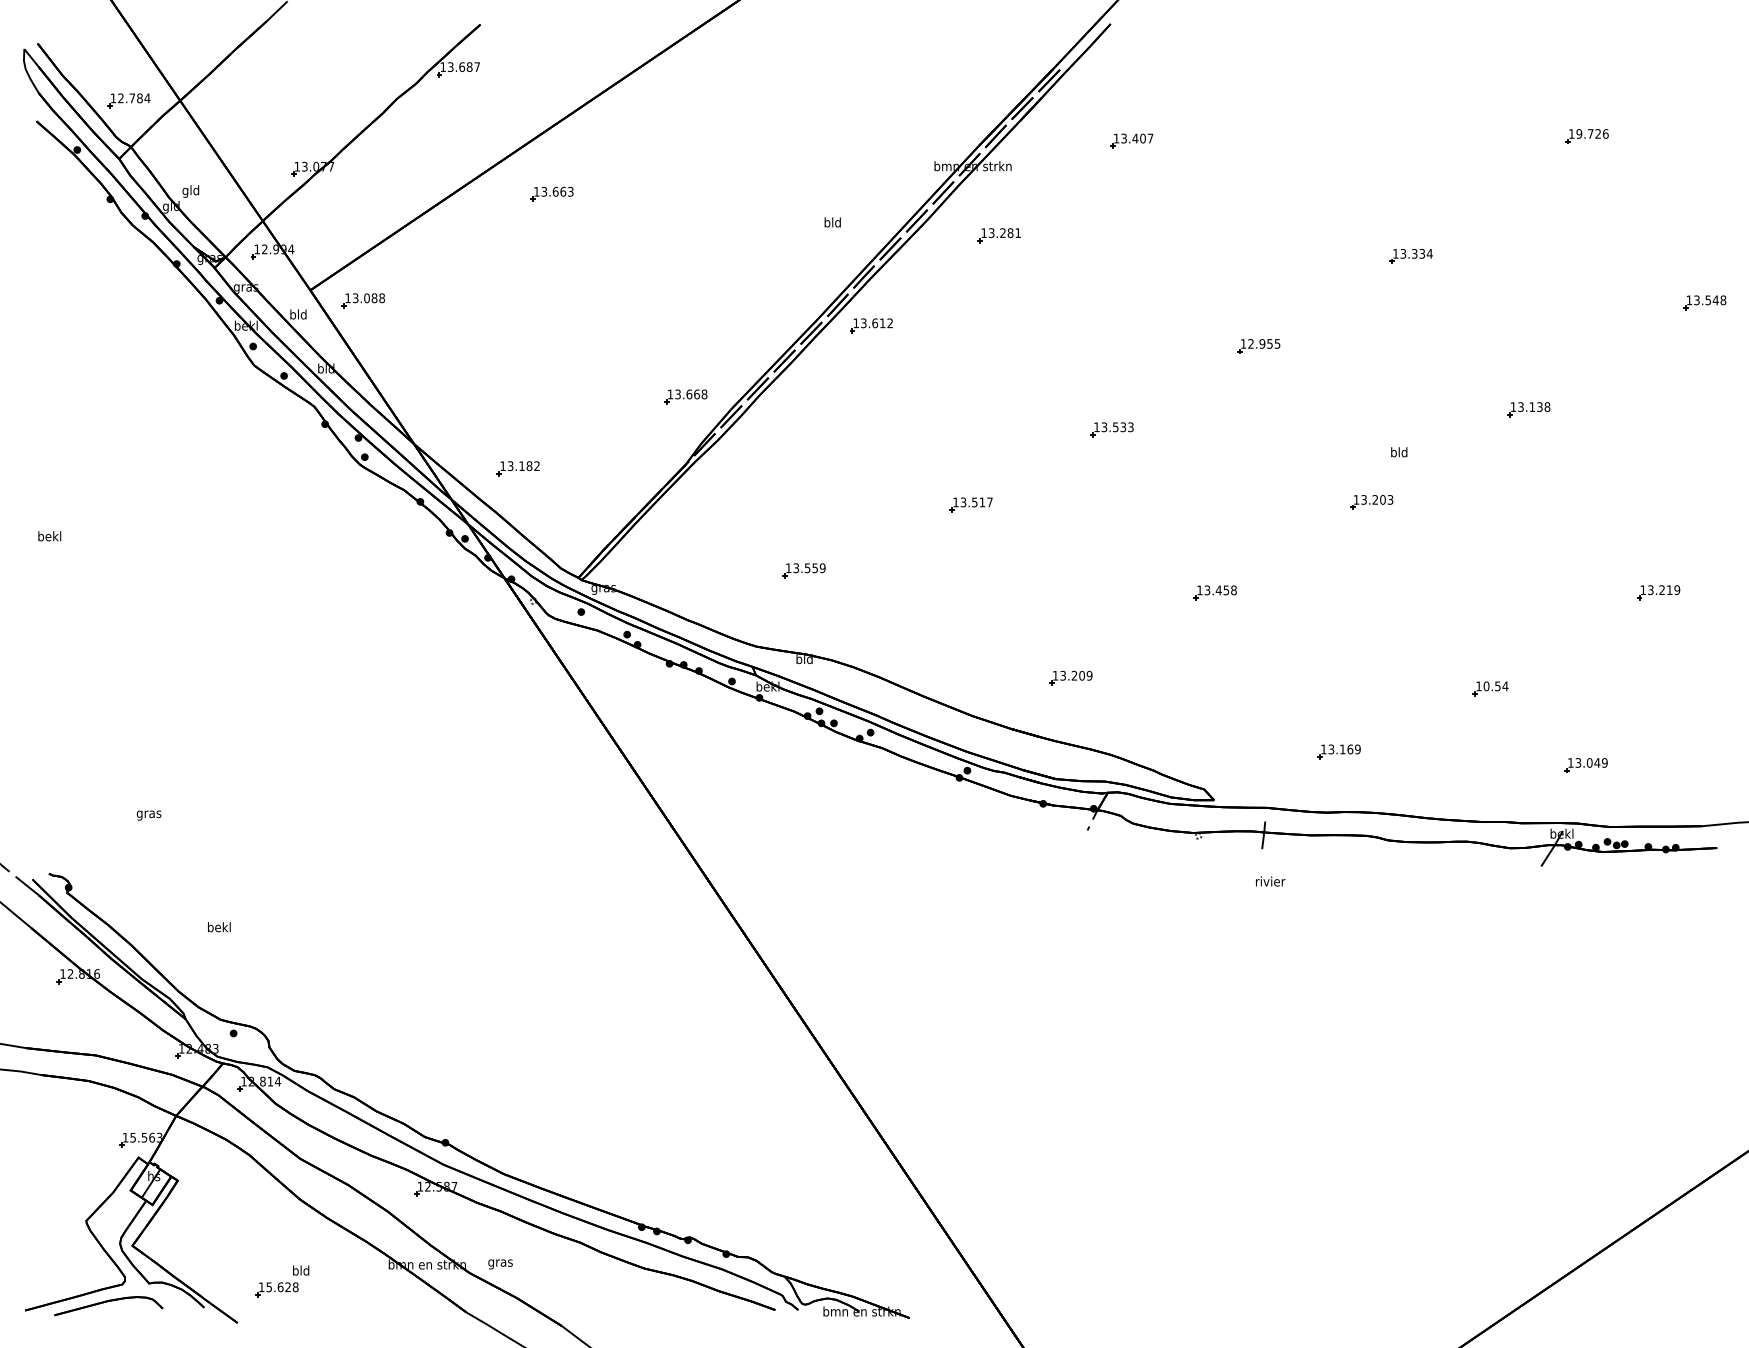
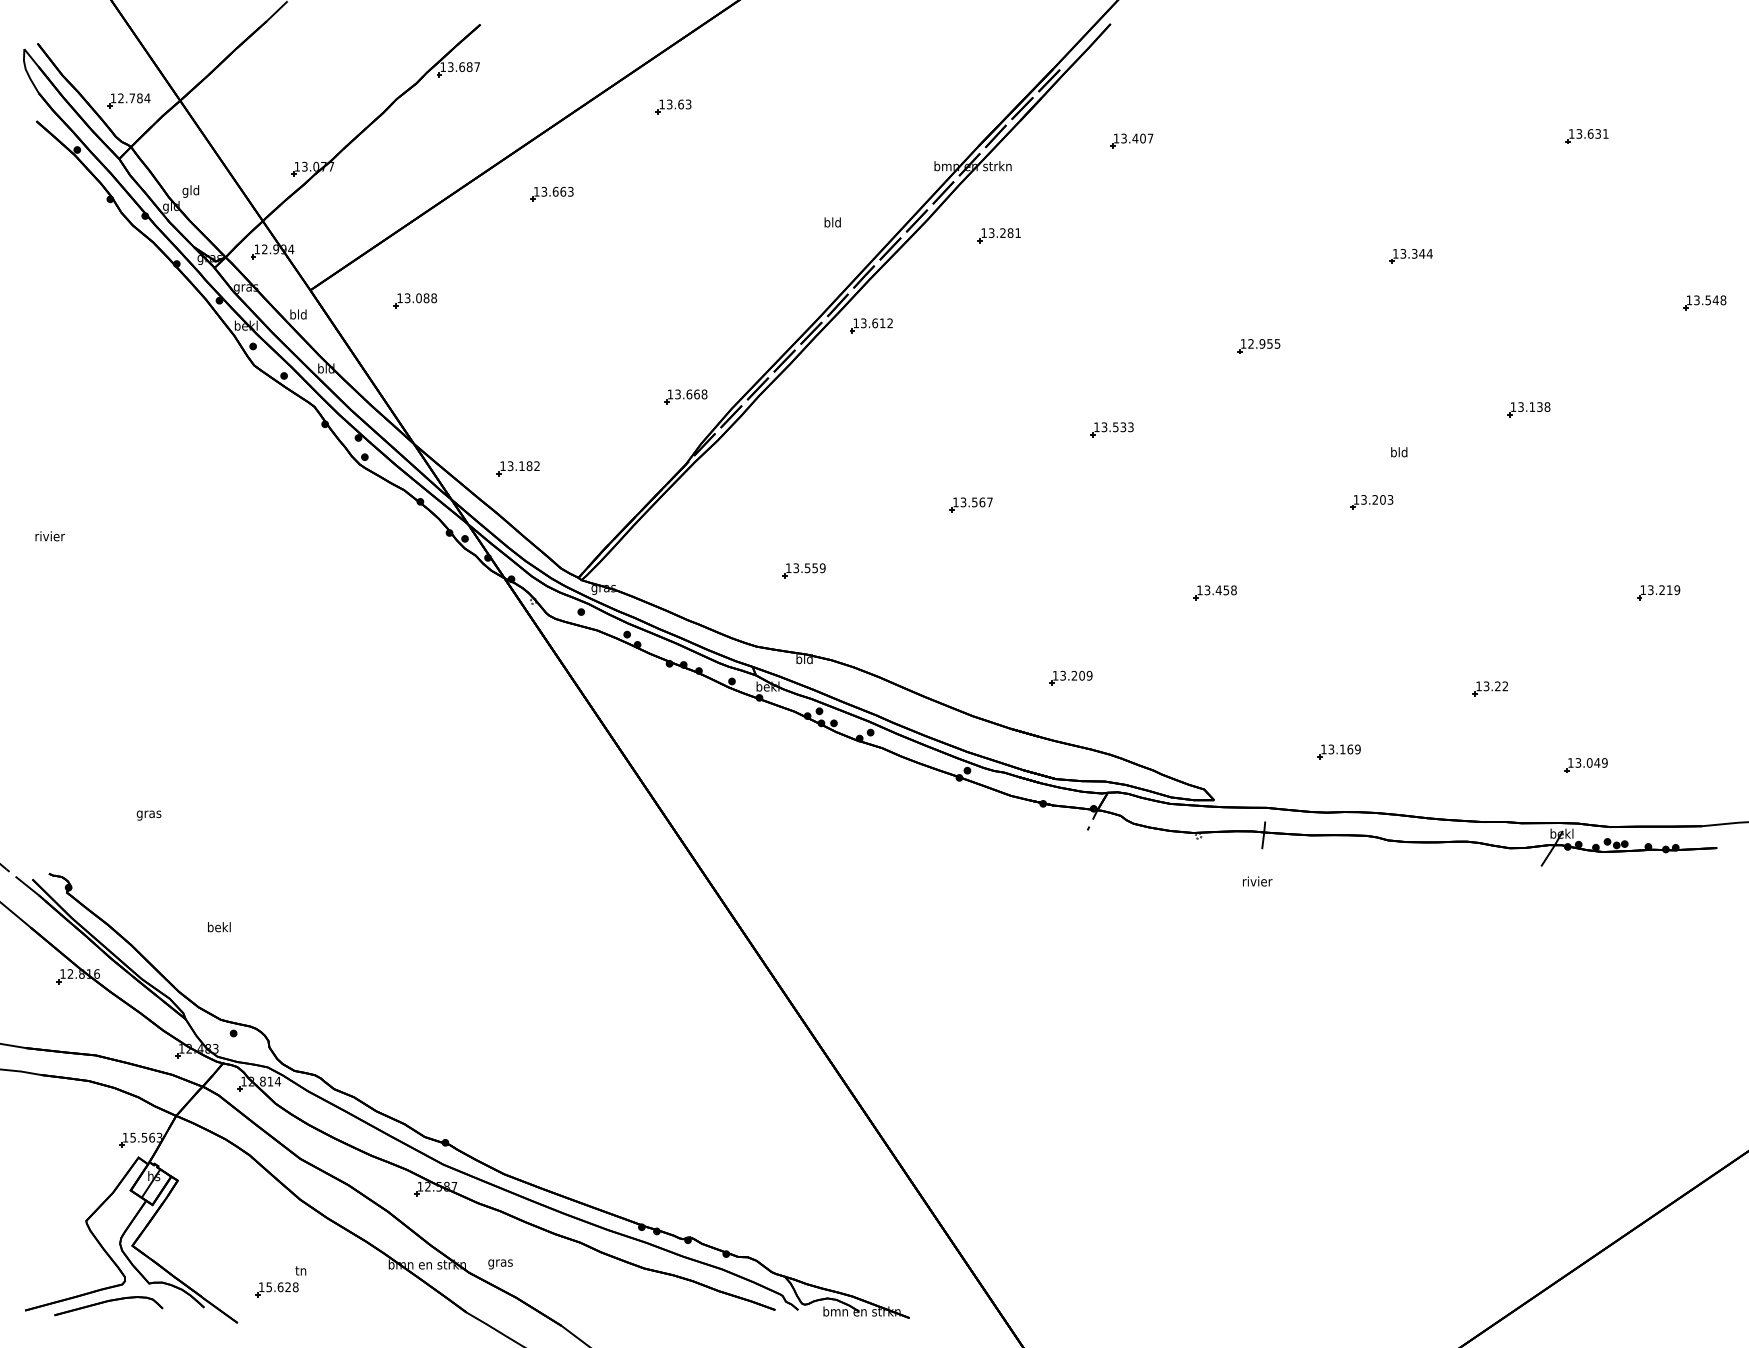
part at (673, 106): none -> present
text at (1592, 133): 19.726 -> 13.631
text at (1422, 253): 13.334 -> 13.344
part at (362, 300) position: (362, 300) -> (414, 300)
text at (982, 502): 13.517 -> 13.567
text at (50, 536): bekl -> rivier
text at (1495, 686): 10.54 -> 13.22
text at (1270, 881) position: (1270, 881) -> (1257, 881)
text at (301, 1270): bld -> tn
